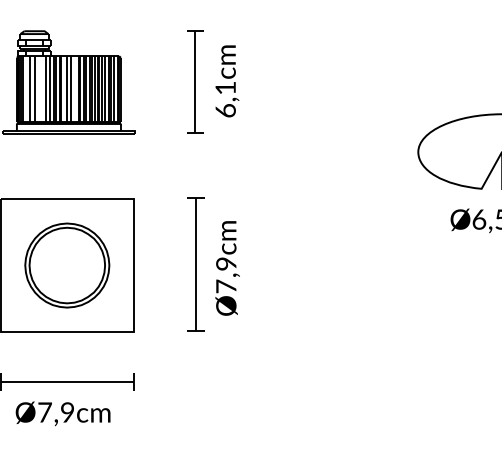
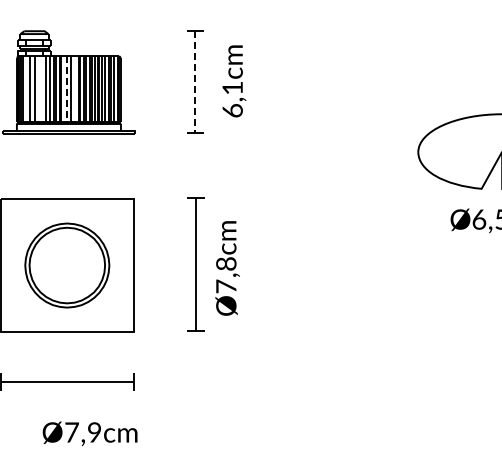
text at (227, 81) position: (227, 81) -> (234, 81)
line at (195, 82): solid -> dashed
line at (66, 89): solid -> dashed
text at (227, 263): Ø7,9cm -> Ø7,8cm
text at (62, 413) position: (62, 413) -> (89, 433)
